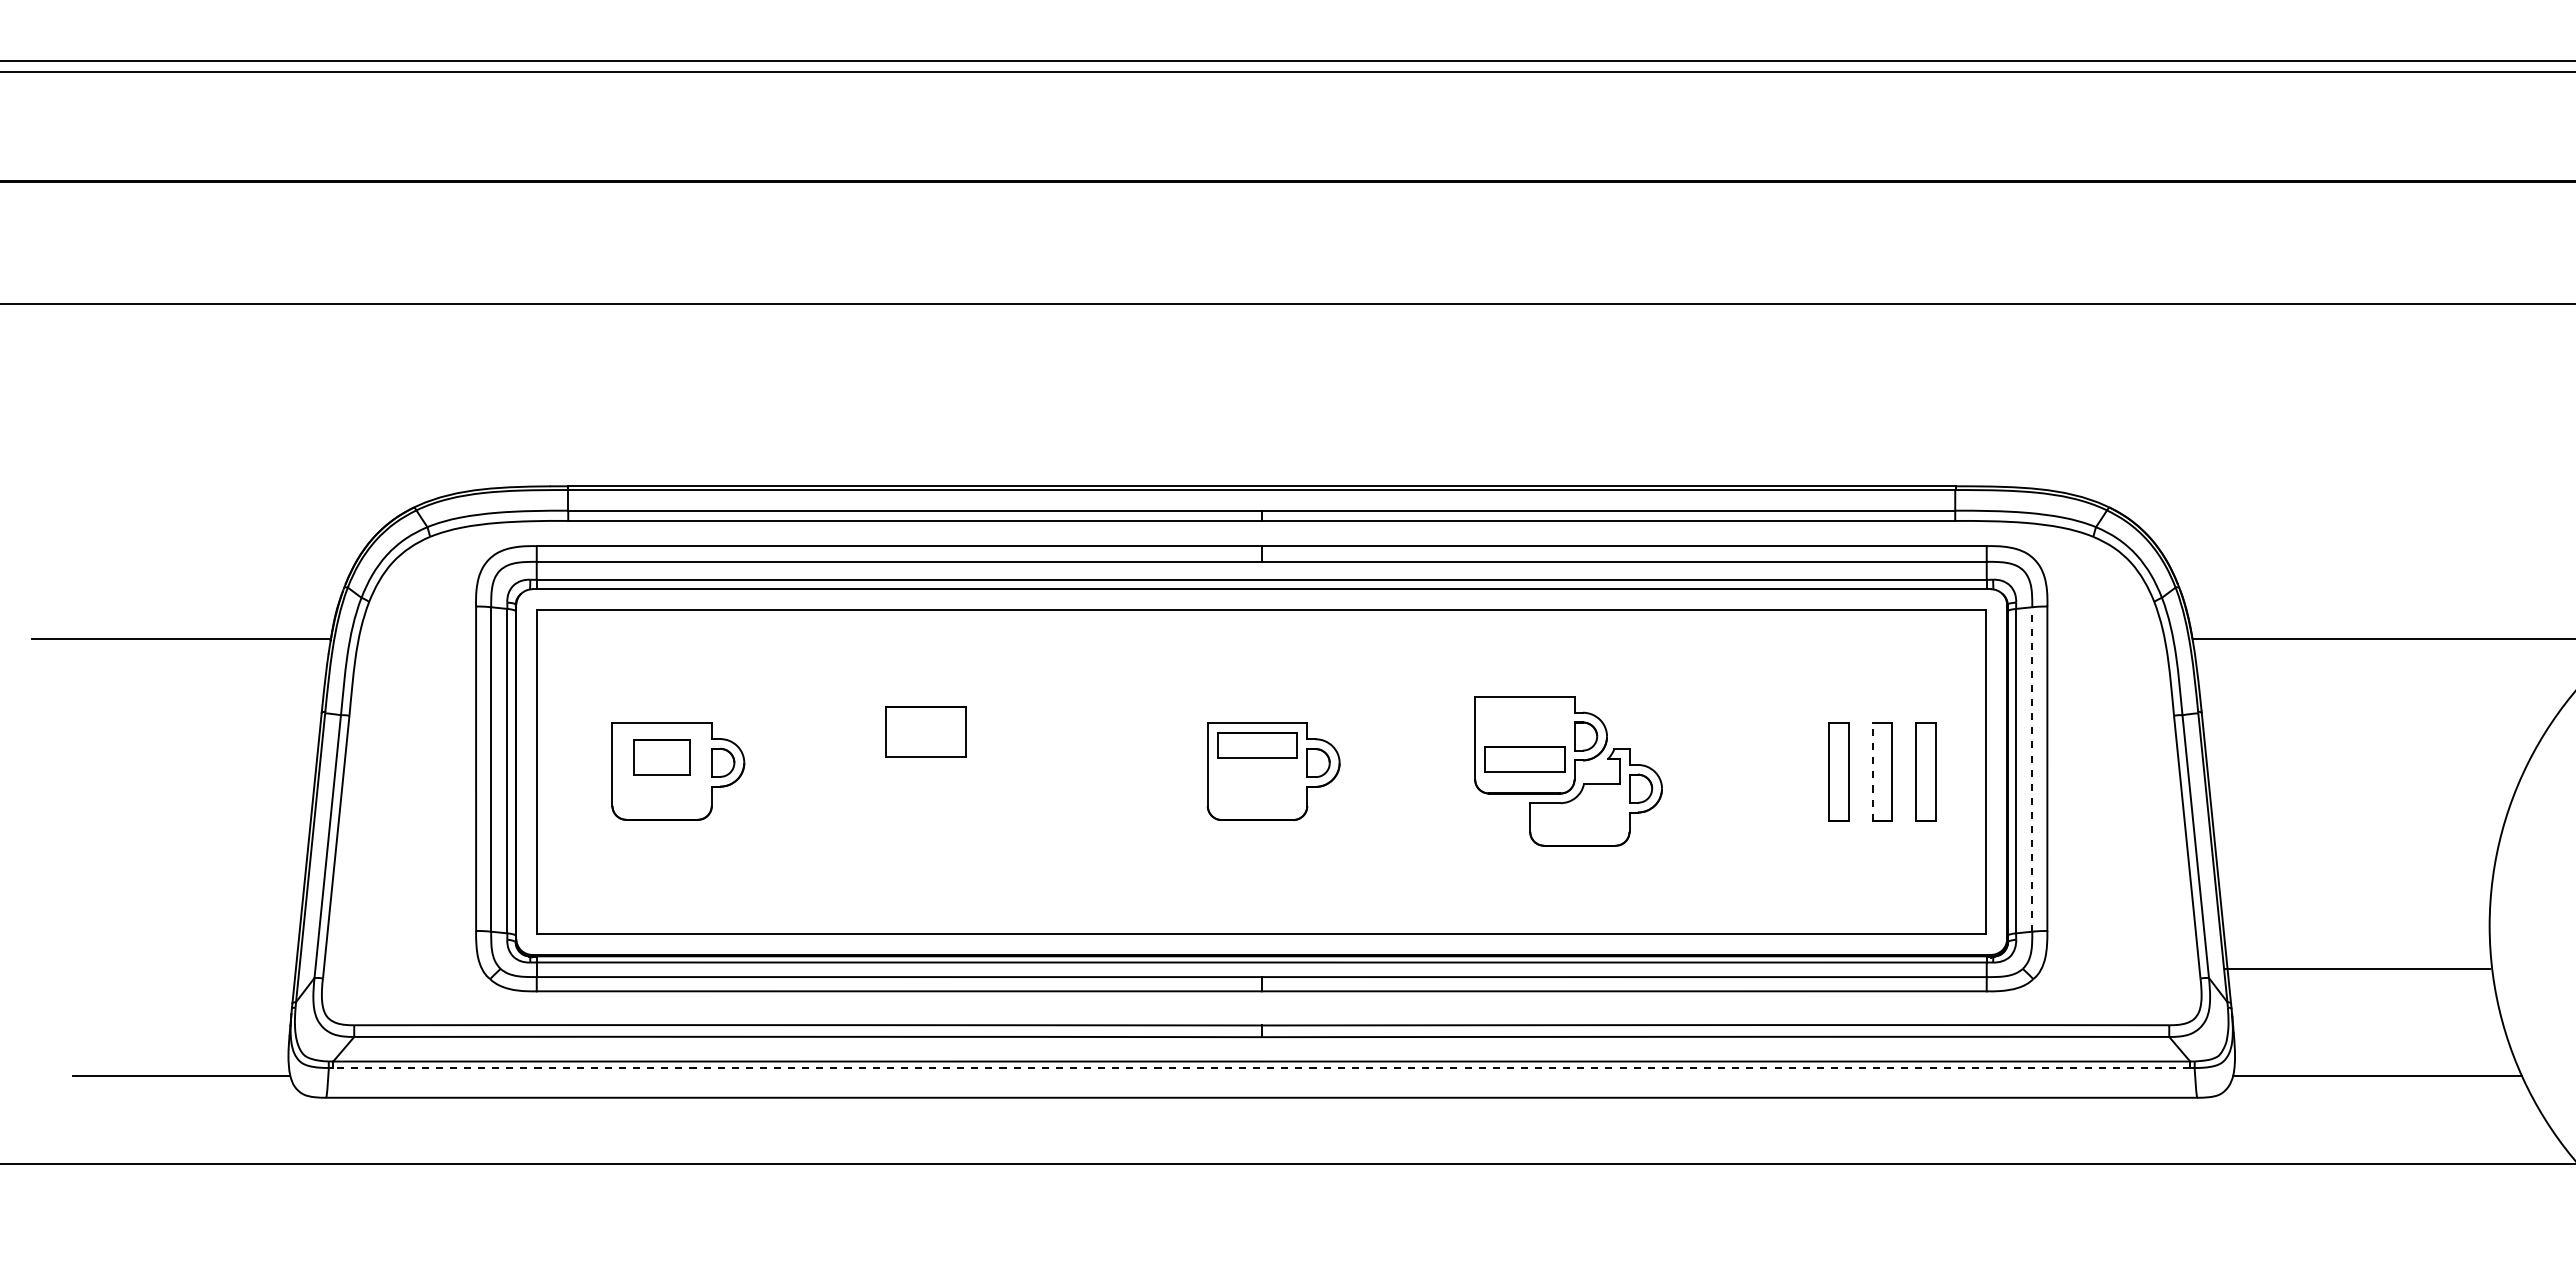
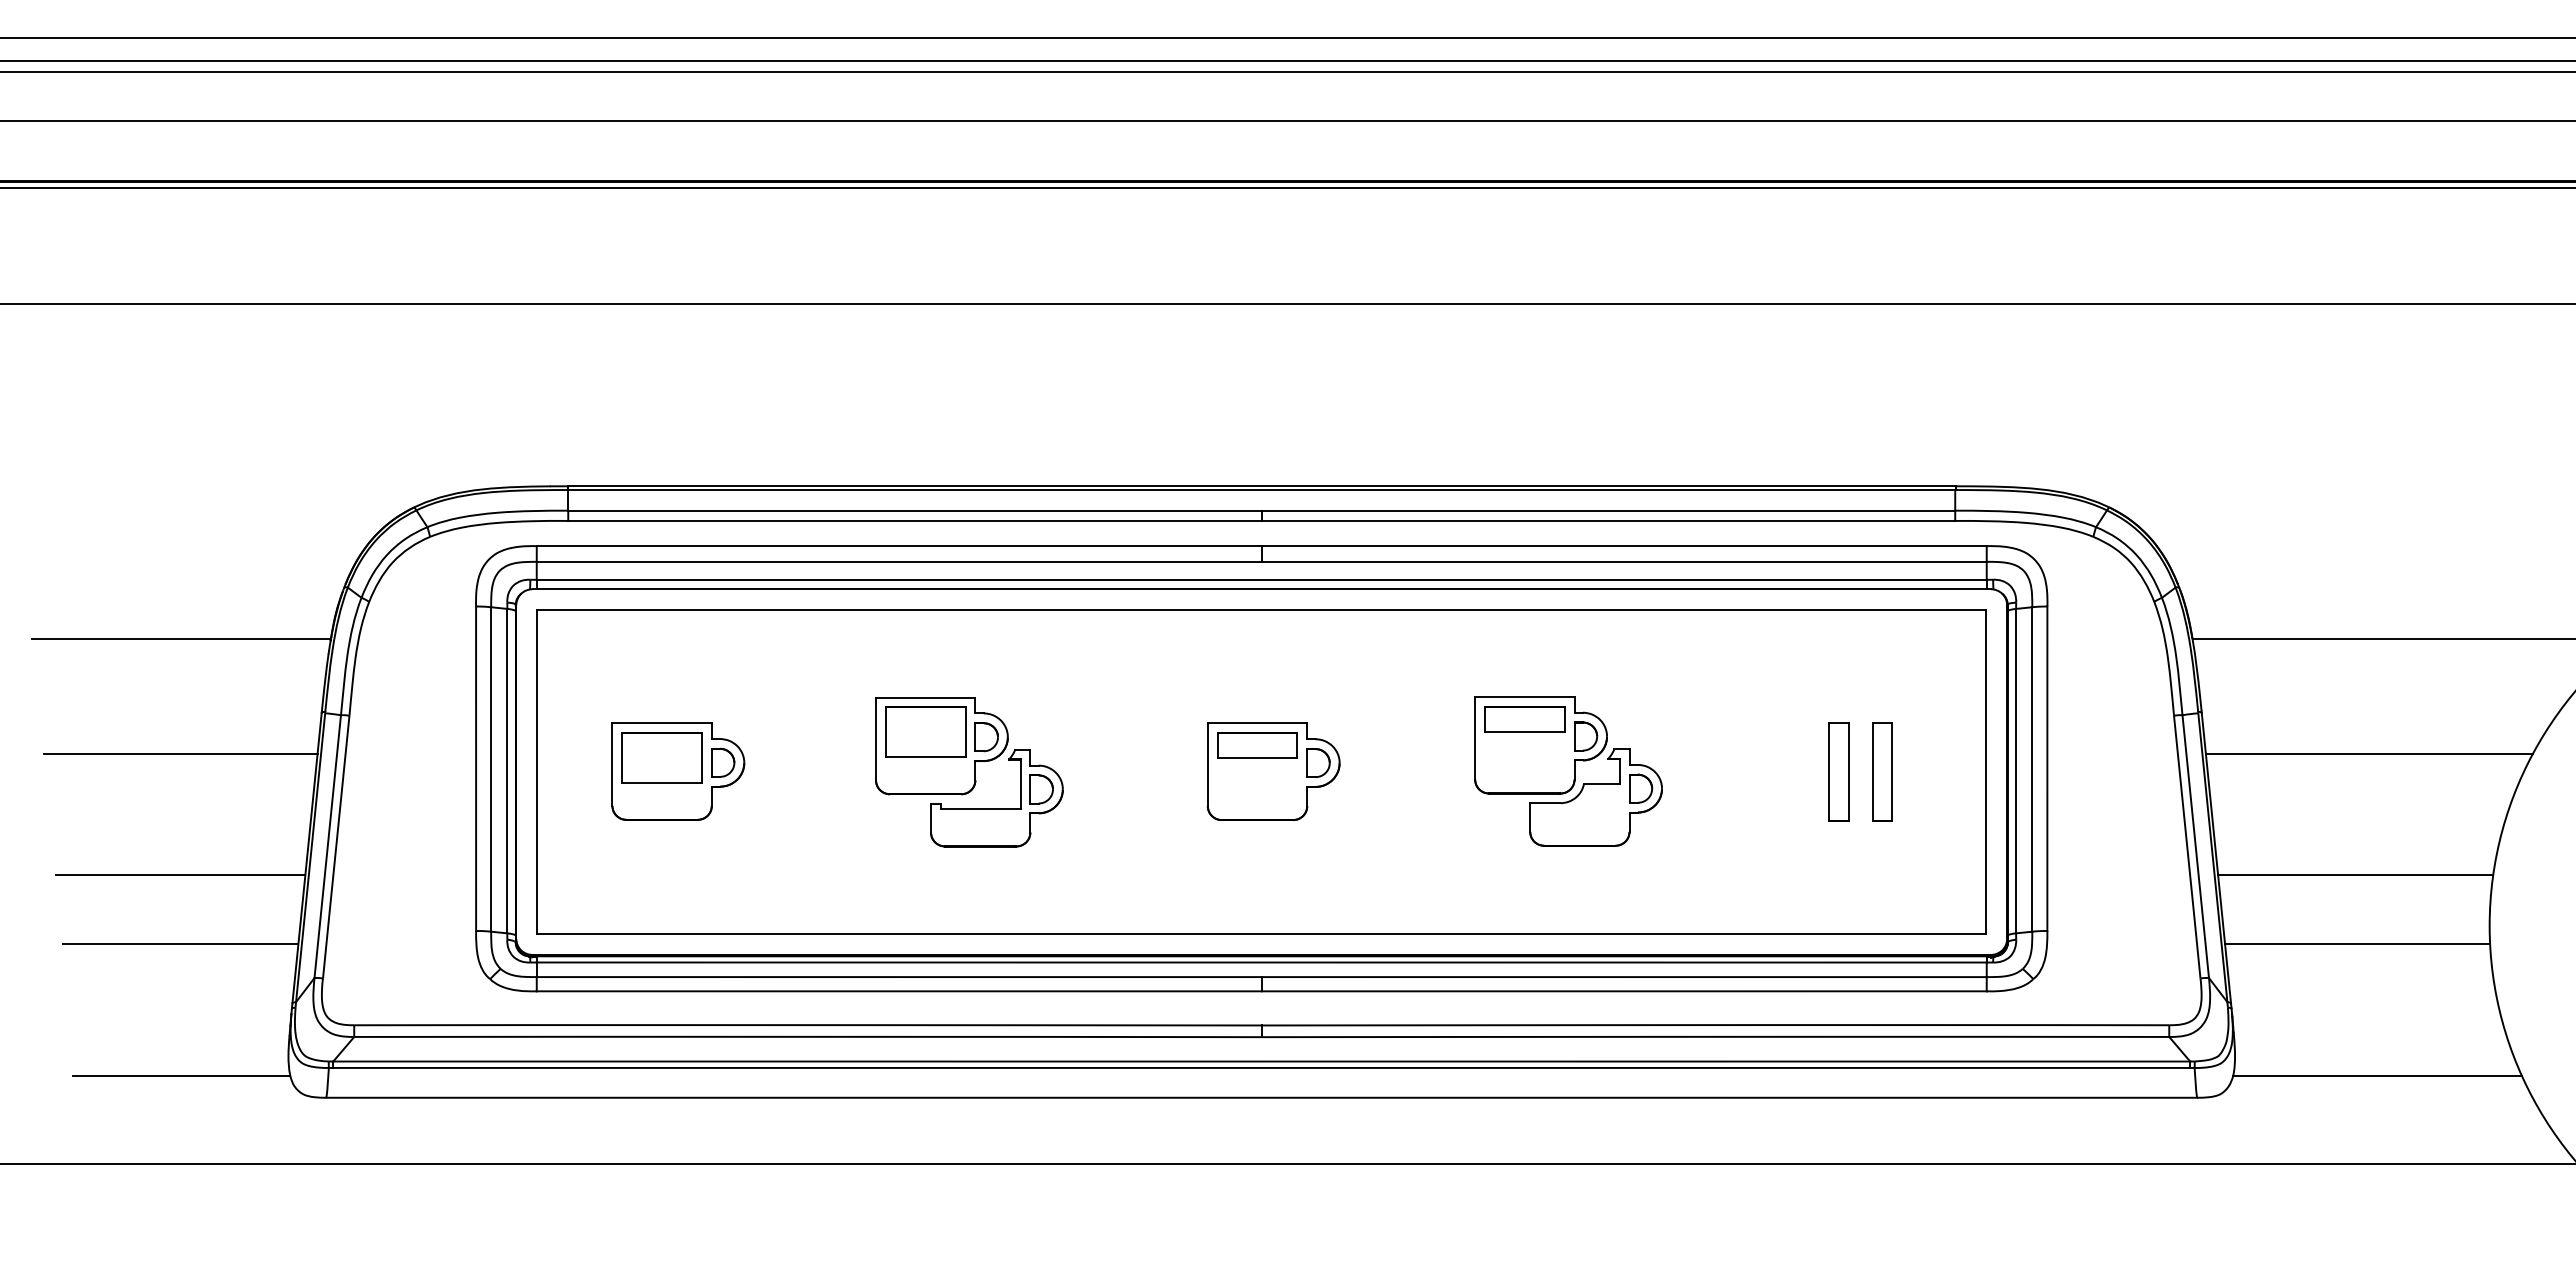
line at (1287, 38): none -> present
line at (1287, 121): none -> present
line at (1287, 187): none -> present
line at (180, 754): none -> present
line at (2368, 754): none -> present
part at (661, 757) size: 58x37 px -> 82x52 px
part at (1524, 759) position: (1524, 759) -> (1524, 719)
line at (2032, 768): dashed -> solid
part at (1925, 771): present -> none
part at (969, 772): none -> present
line at (1872, 772): dashed -> solid
line at (180, 875): none -> present
line at (2355, 875): none -> present
line at (180, 943): none -> present
line at (2357, 968) position: (2357, 968) -> (2357, 943)
line at (1261, 1067): dashed -> solid
